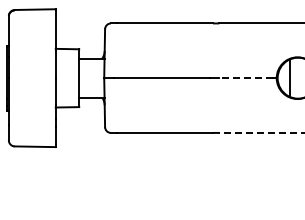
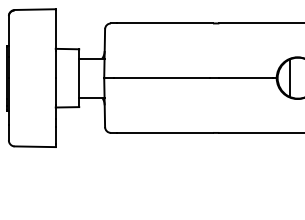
line at (246, 78): dashed -> solid
line at (262, 132): dashed -> solid
